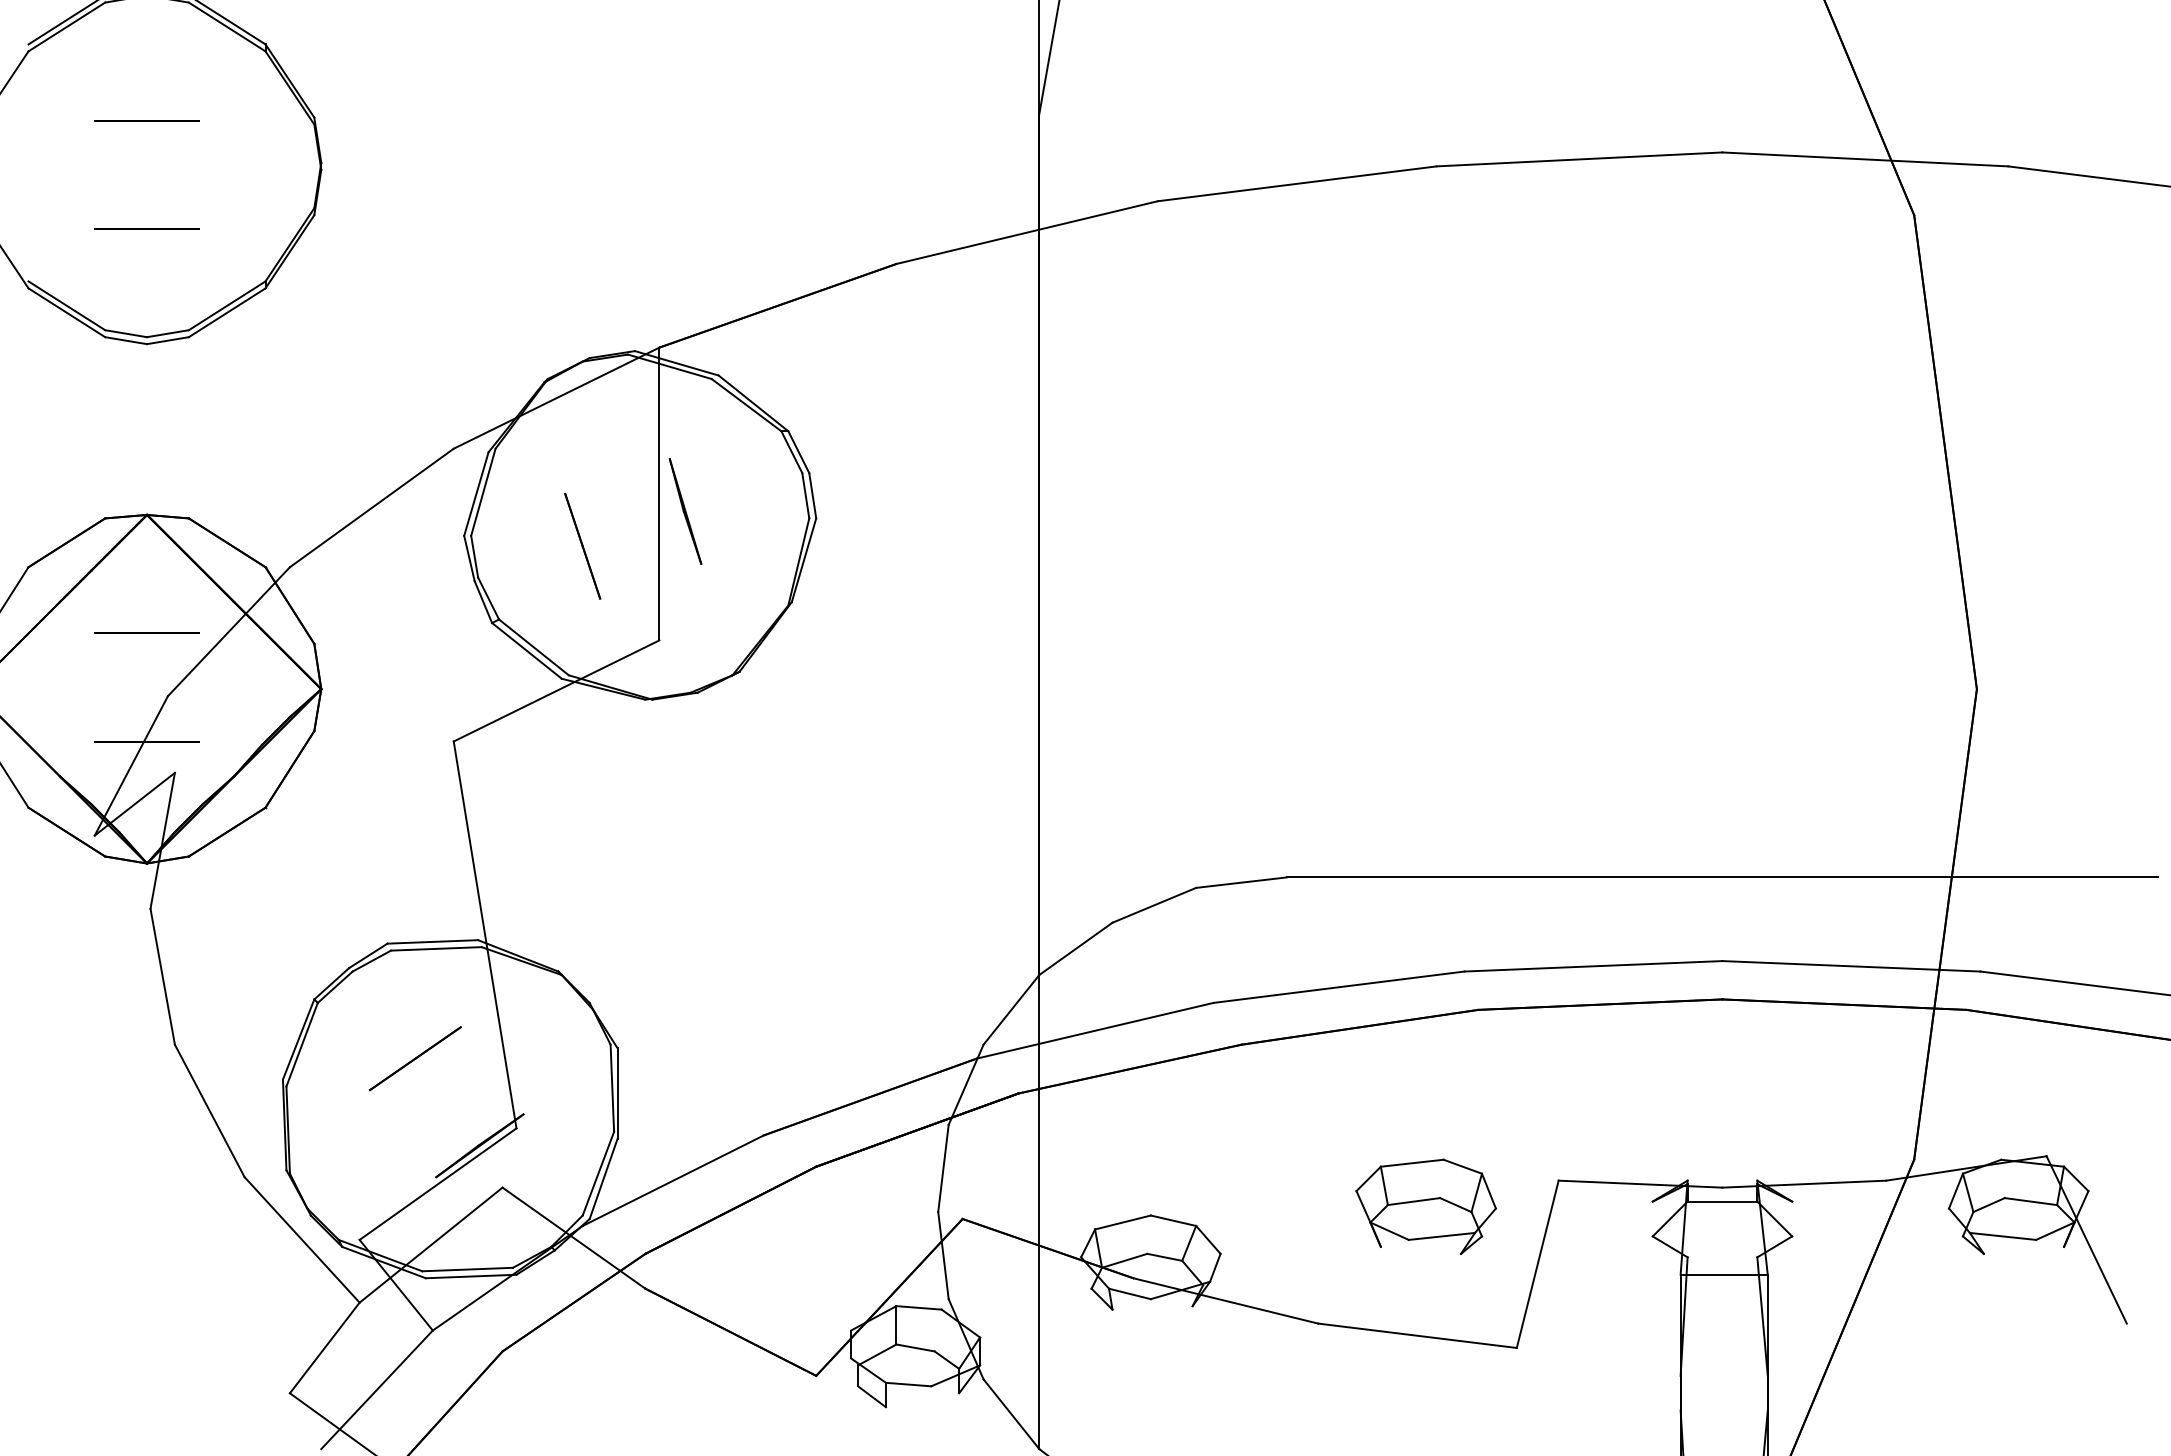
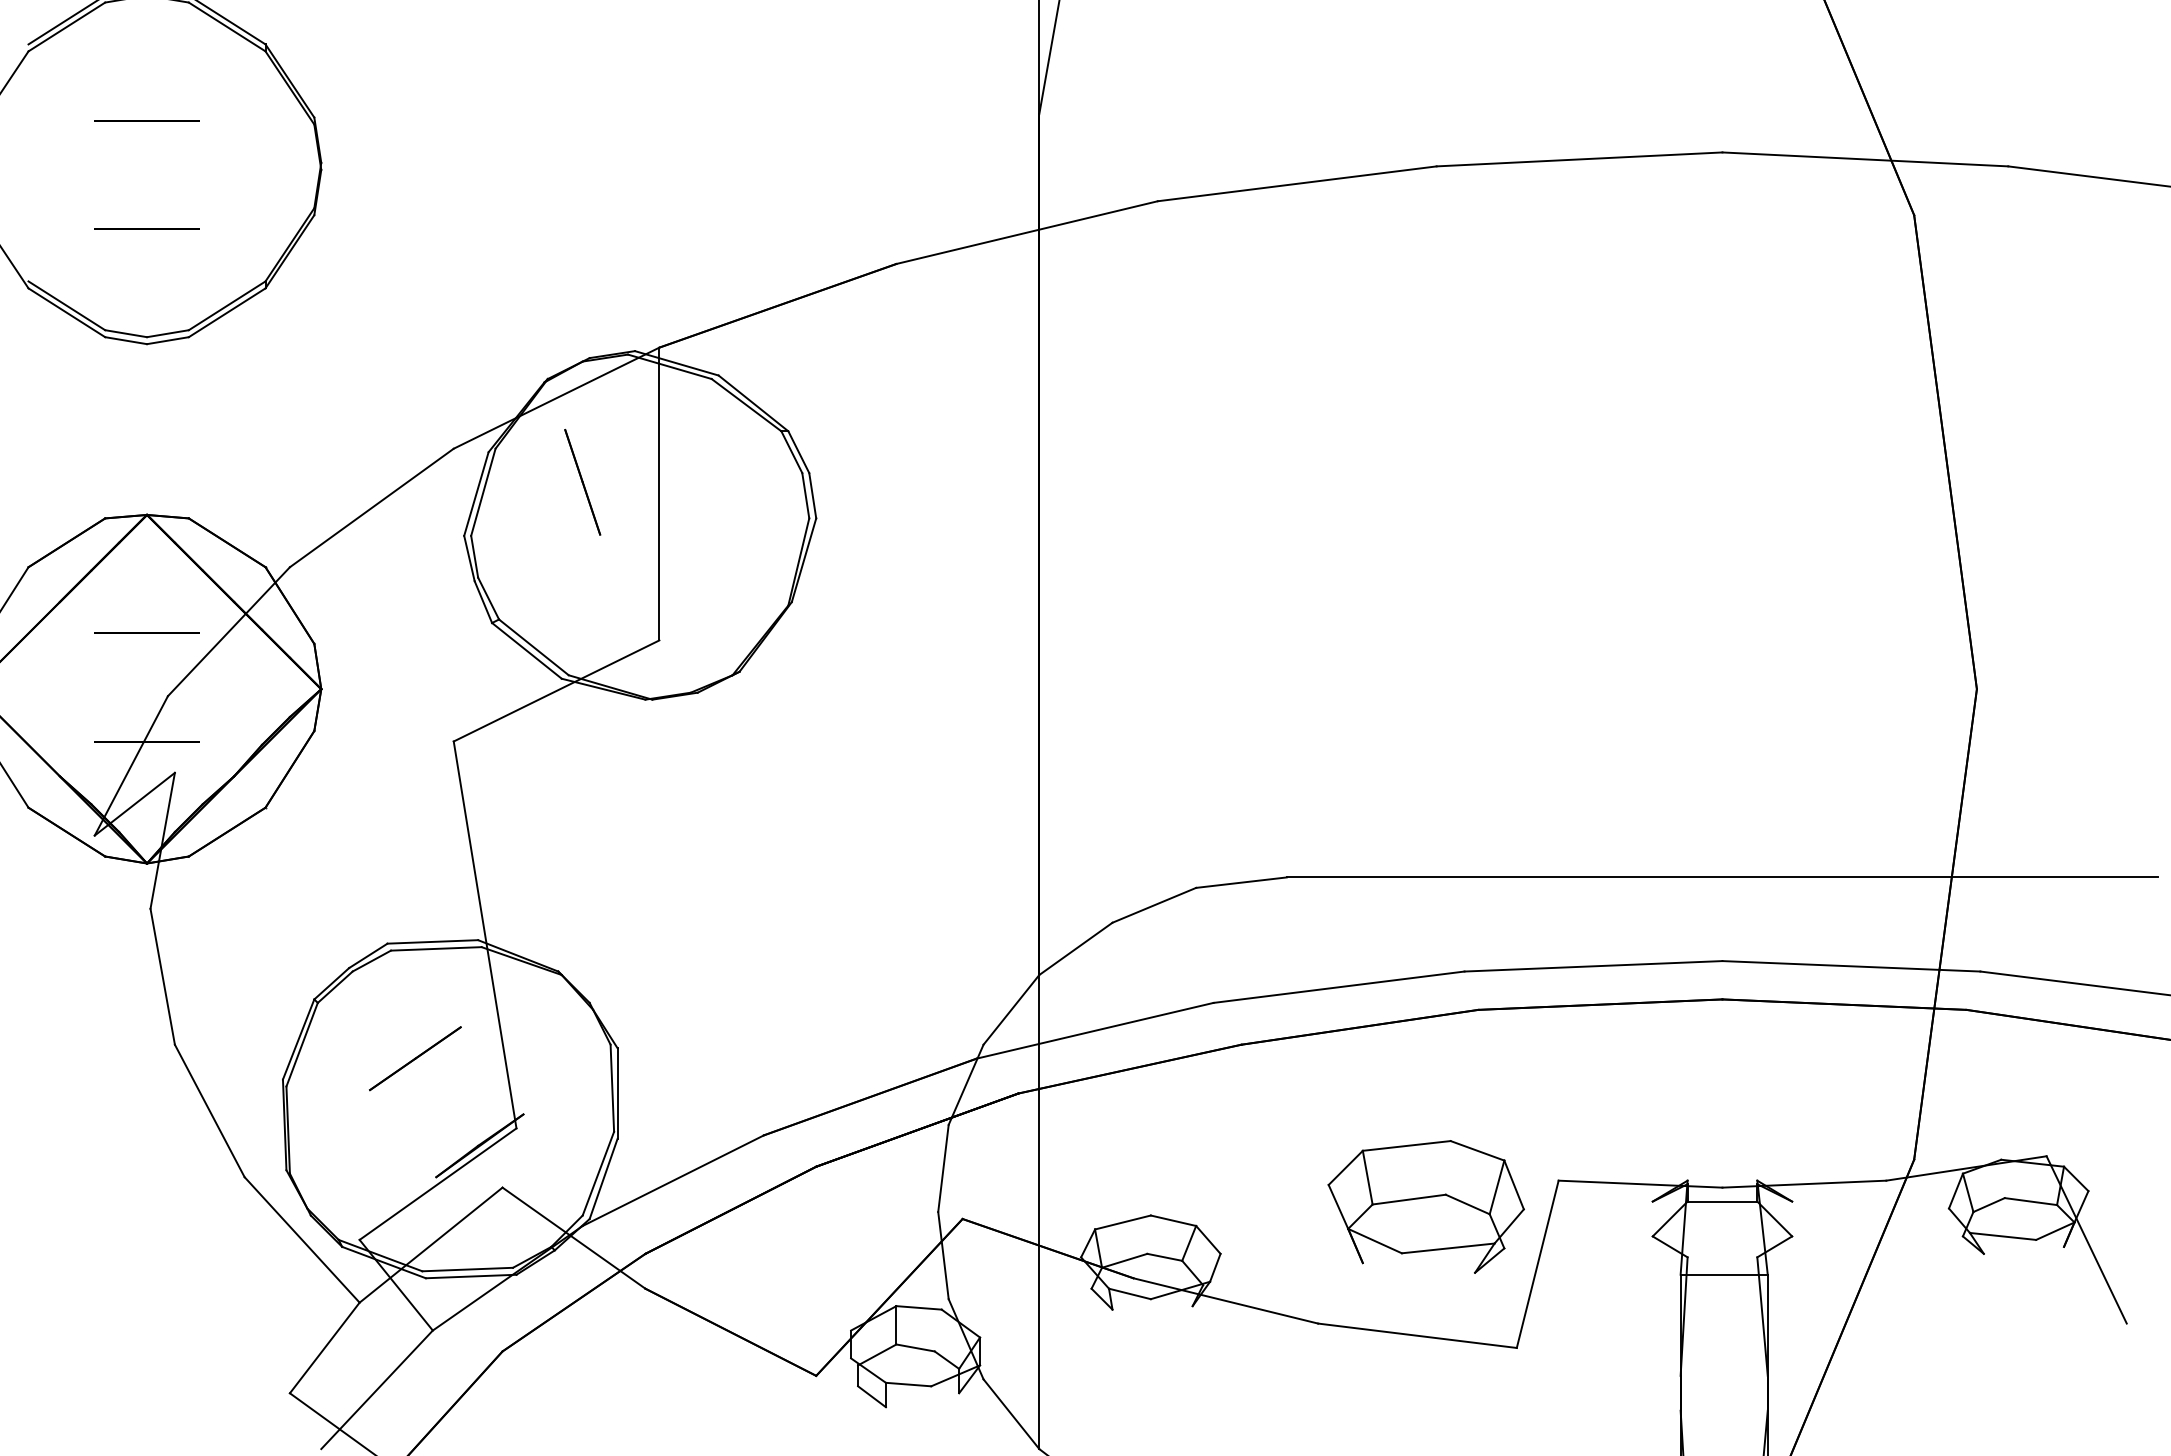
line at (685, 511): present -> none
line at (582, 546) position: (582, 546) -> (582, 482)
part at (1425, 1206) size: 142x97 px -> 198x134 px
